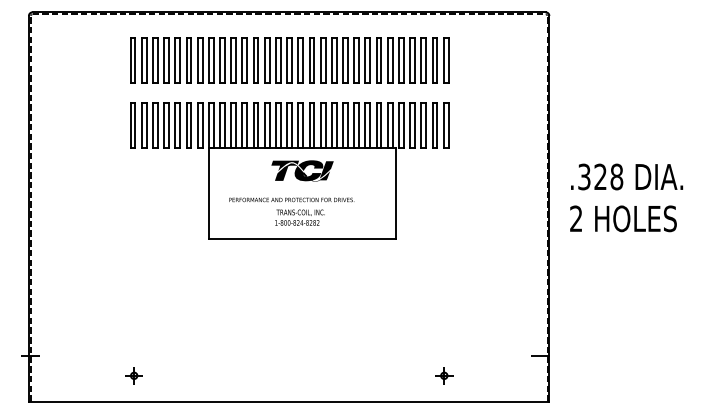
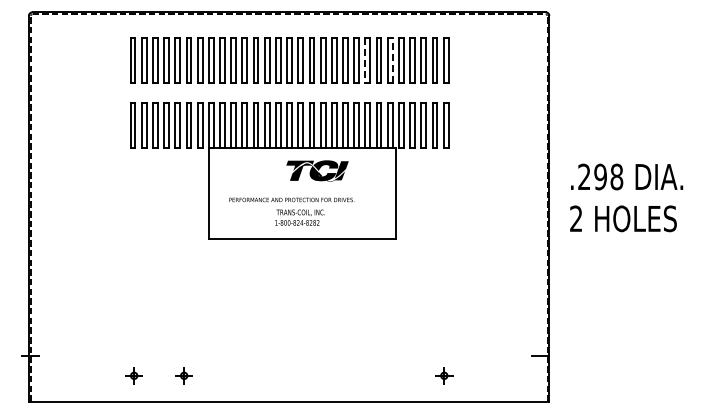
line at (365, 60): solid -> dashed
line at (392, 60): solid -> dashed
part at (302, 170) position: (302, 170) -> (317, 170)
text at (592, 176): .328 -> .298
part at (183, 375): none -> present
